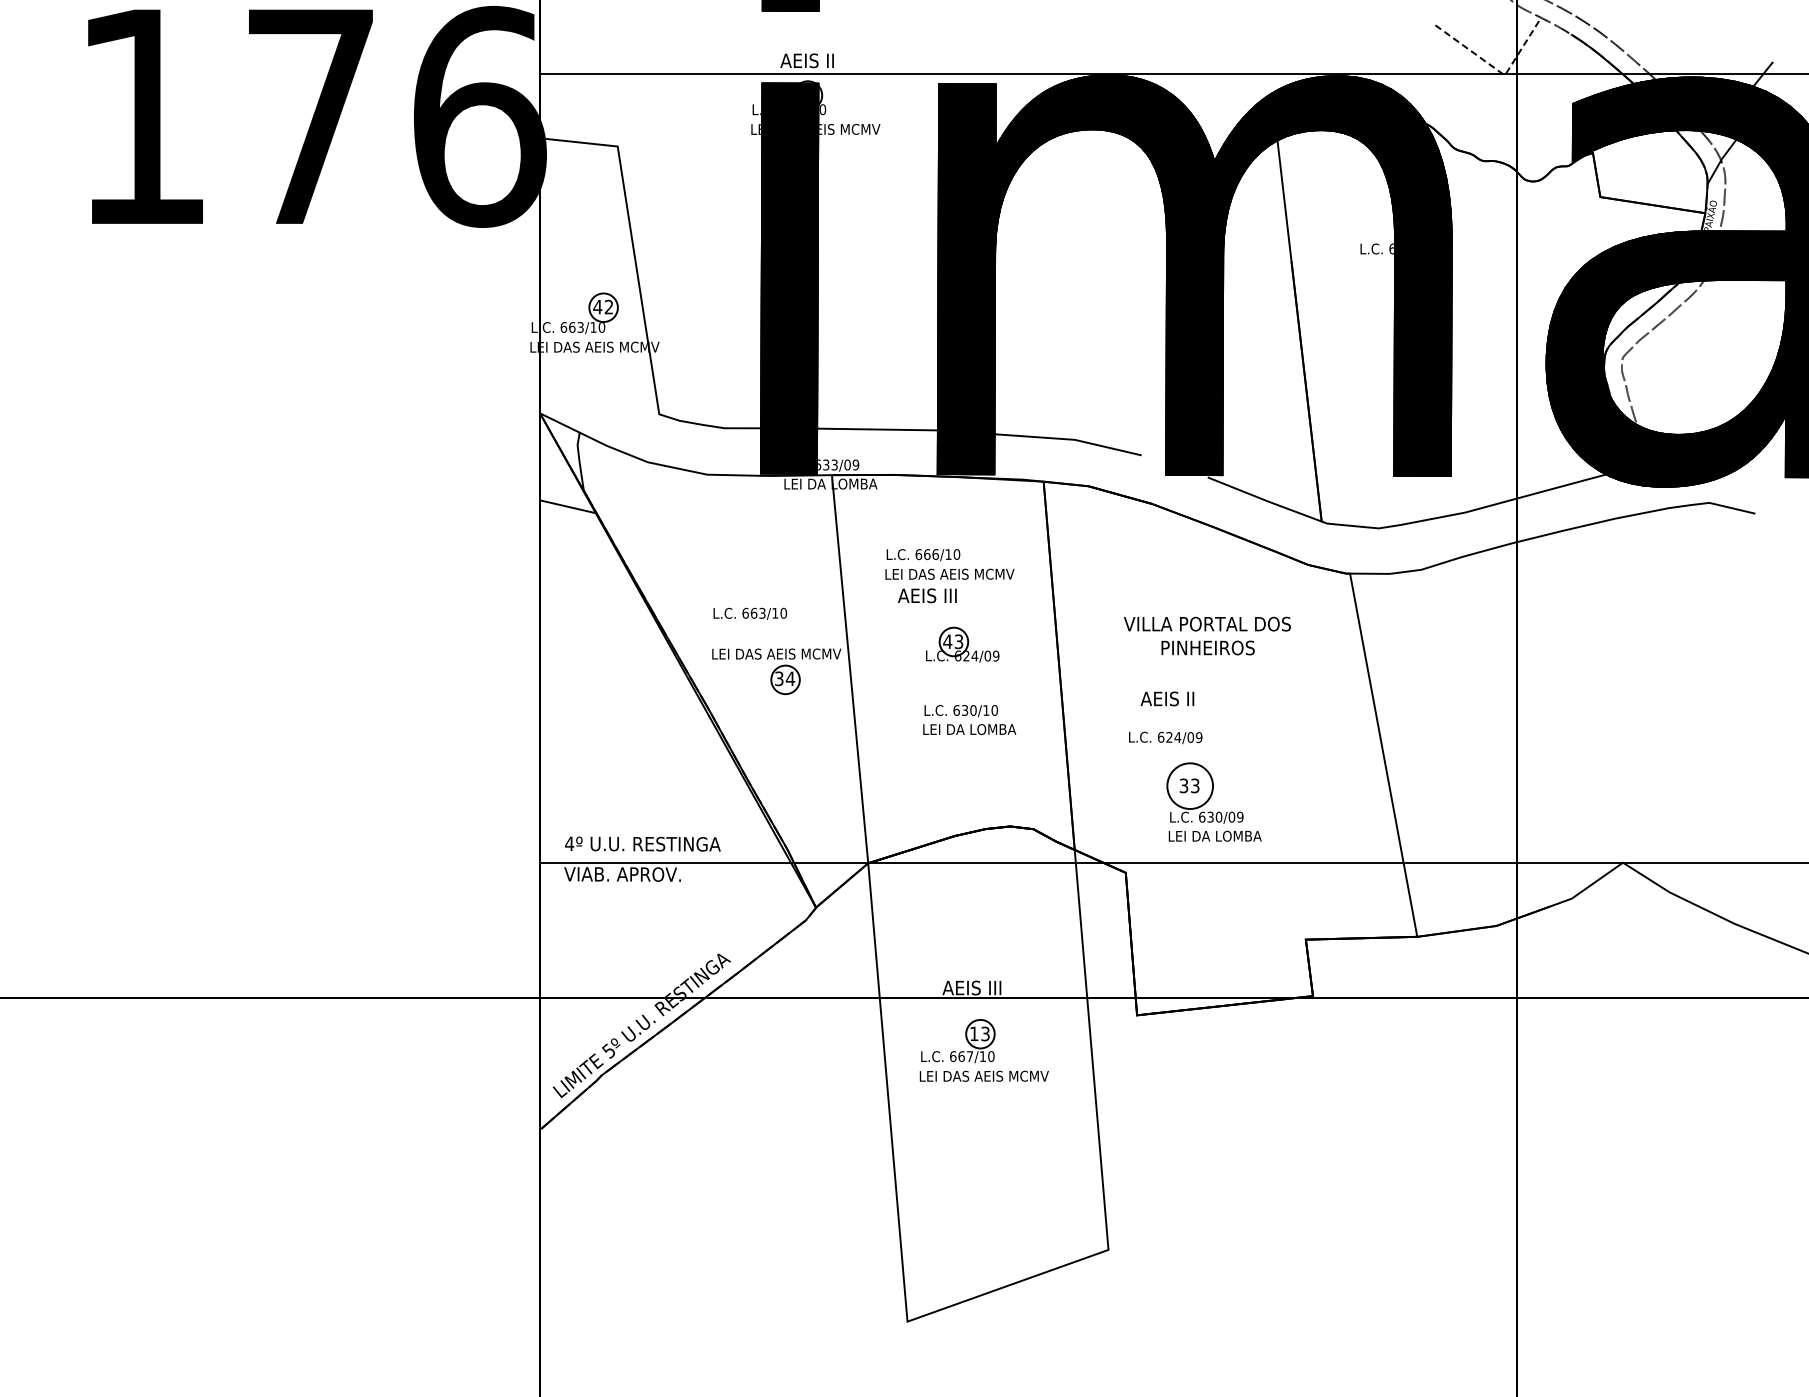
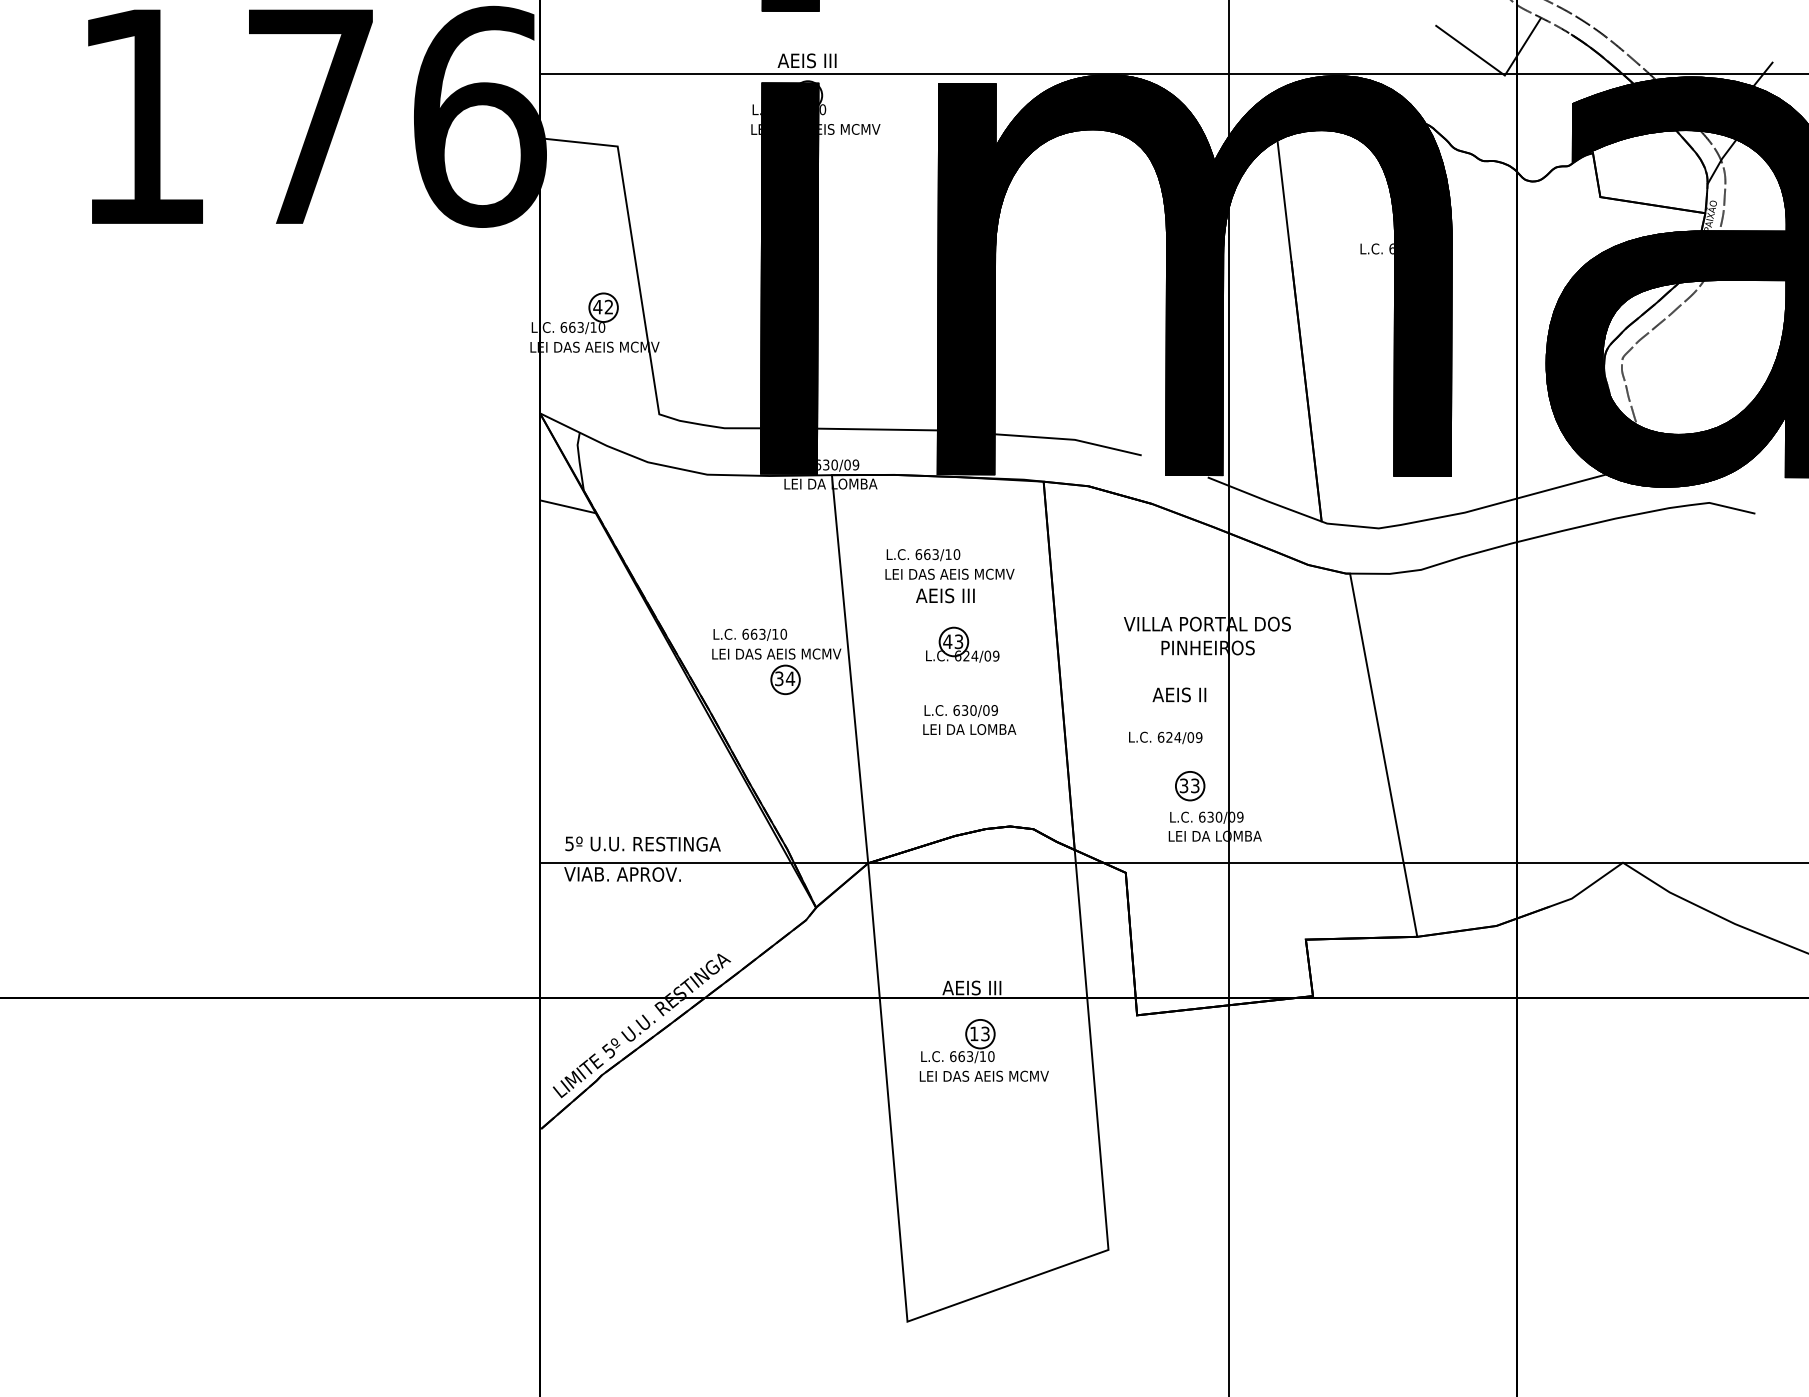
text at (806, 60): AEIS II -> AEIS III
line at (1498, 70): dashed -> solid
text at (834, 464): 633/09 -> 630/09
text at (935, 554): 666/10 -> 663/10
text at (927, 595) position: (927, 595) -> (945, 595)
text at (749, 613) position: (749, 613) -> (749, 634)
line at (1229, 697): none -> present
text at (1167, 698) position: (1167, 698) -> (1179, 694)
text at (990, 710): 630/10 -> 630/09
circle at (1190, 786) diameter: 46 px -> 29 px
text at (569, 843): 4º -> 5º
text at (970, 1056): 667/10 -> 663/10
